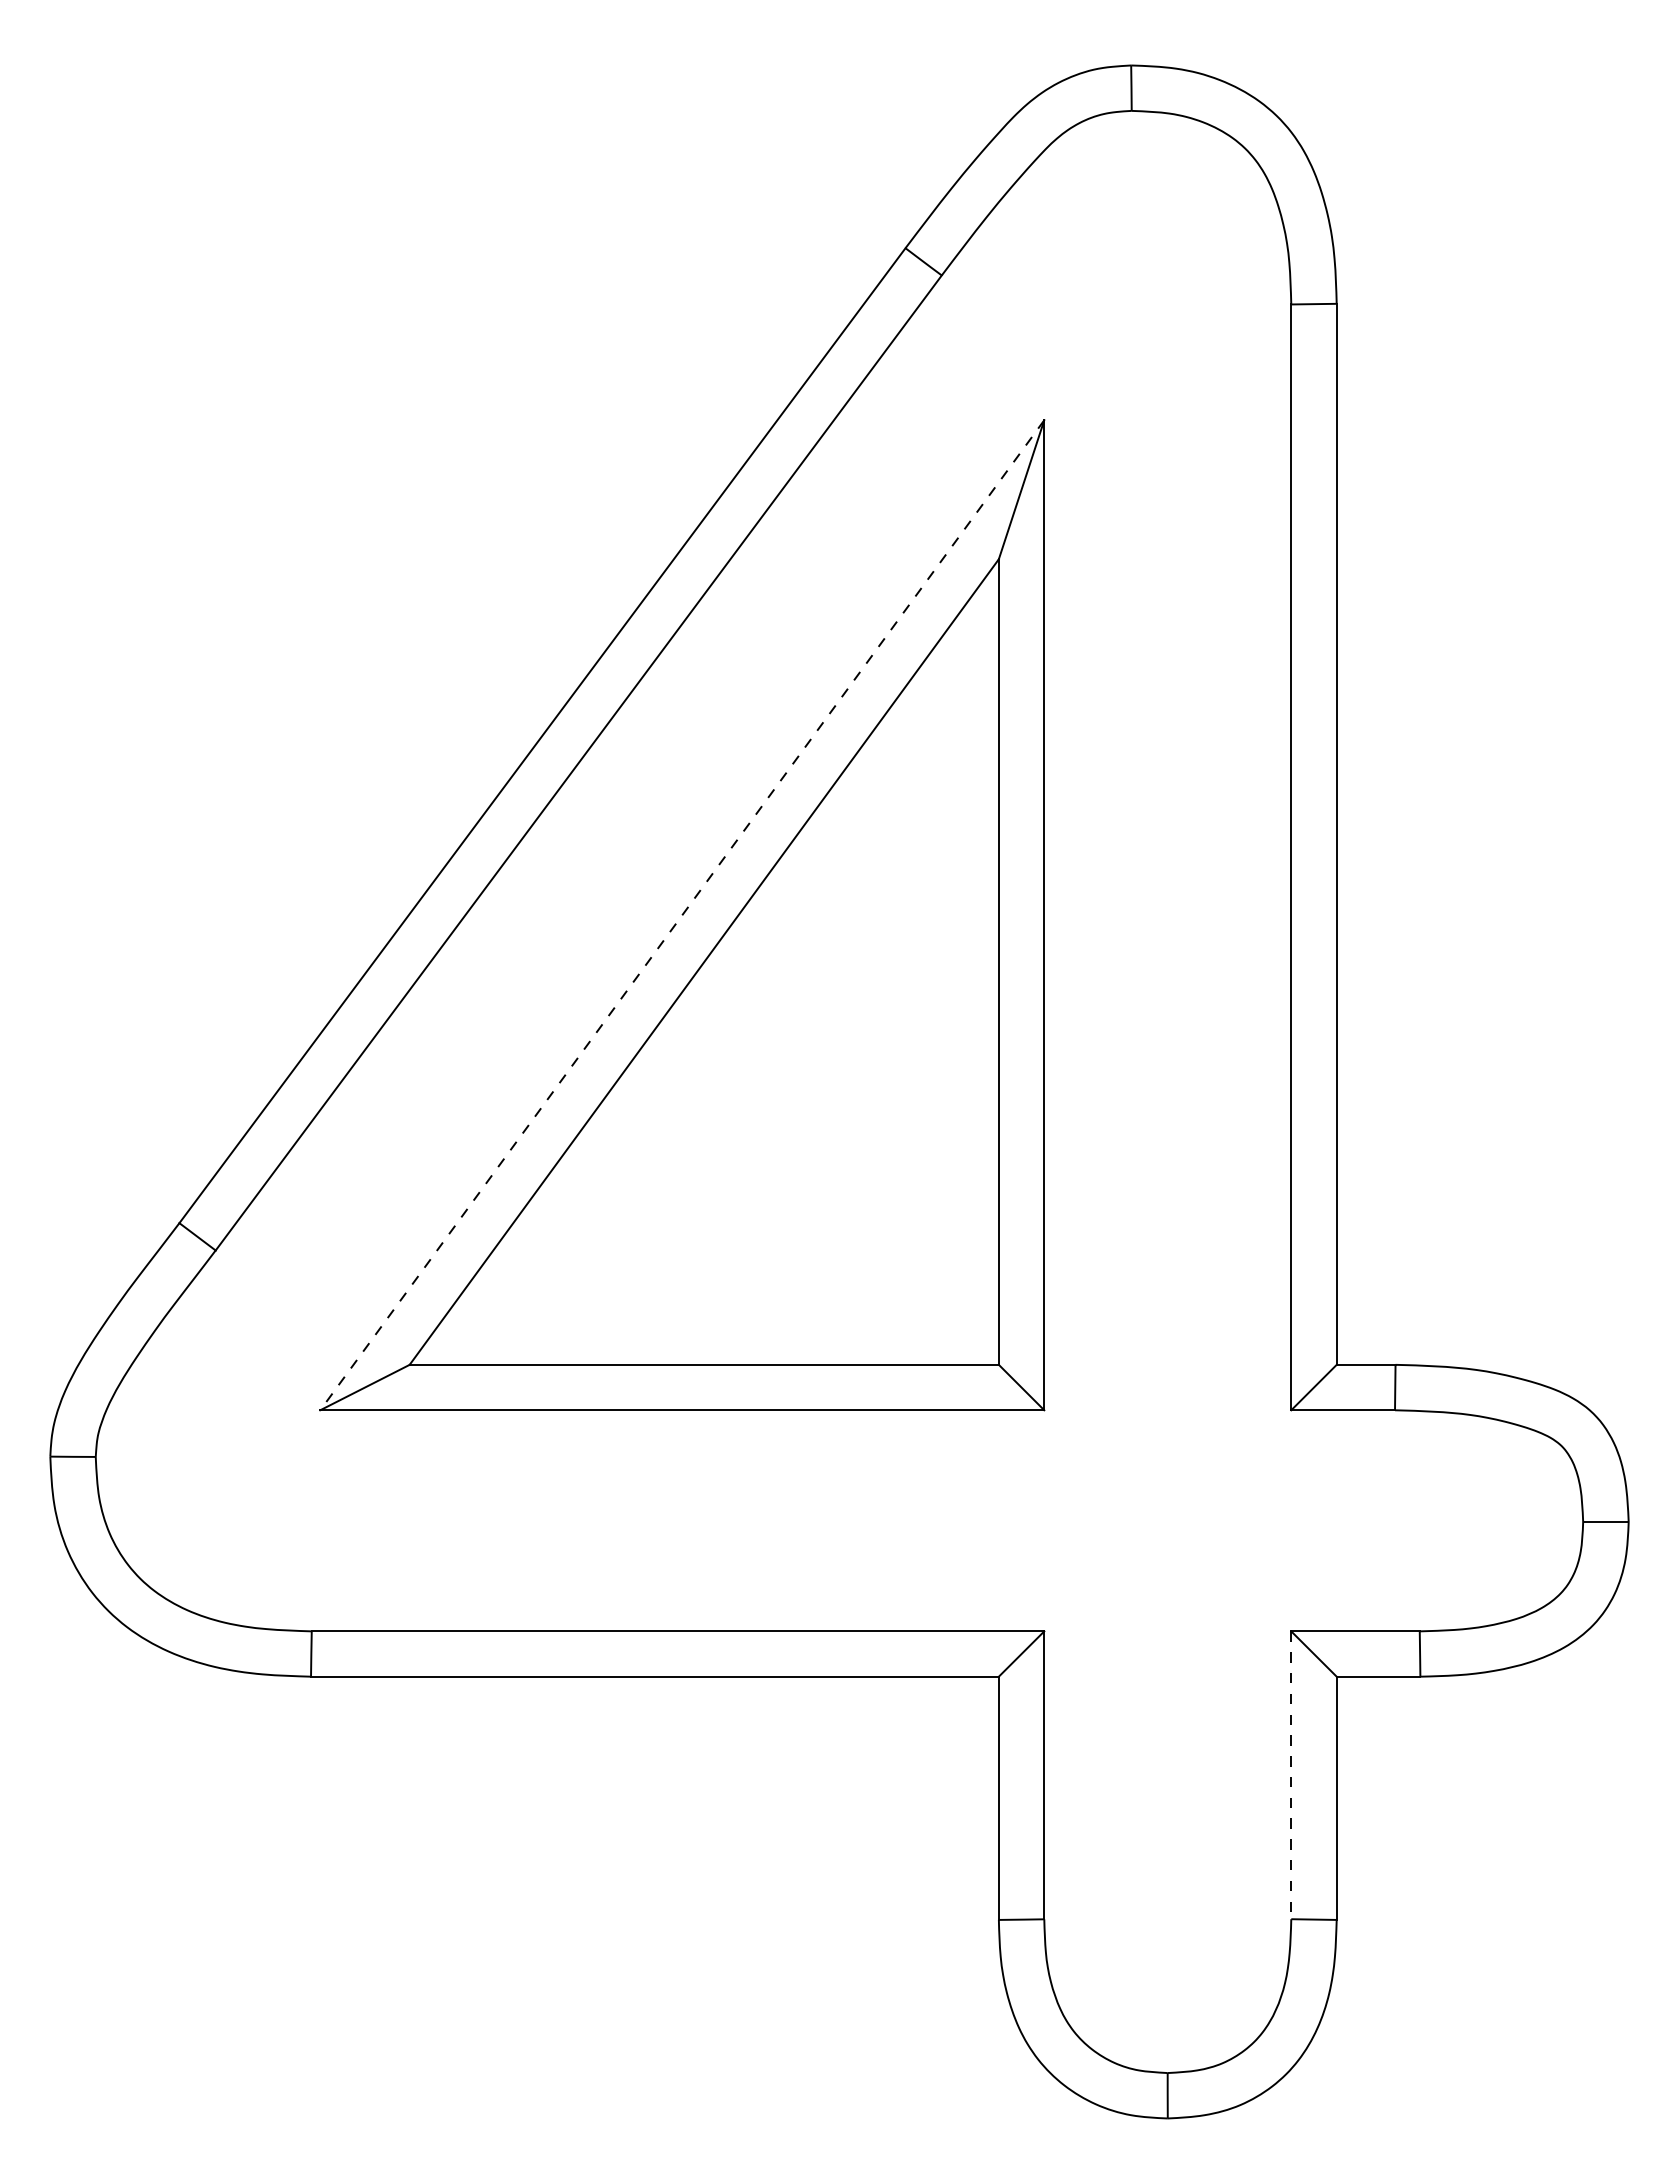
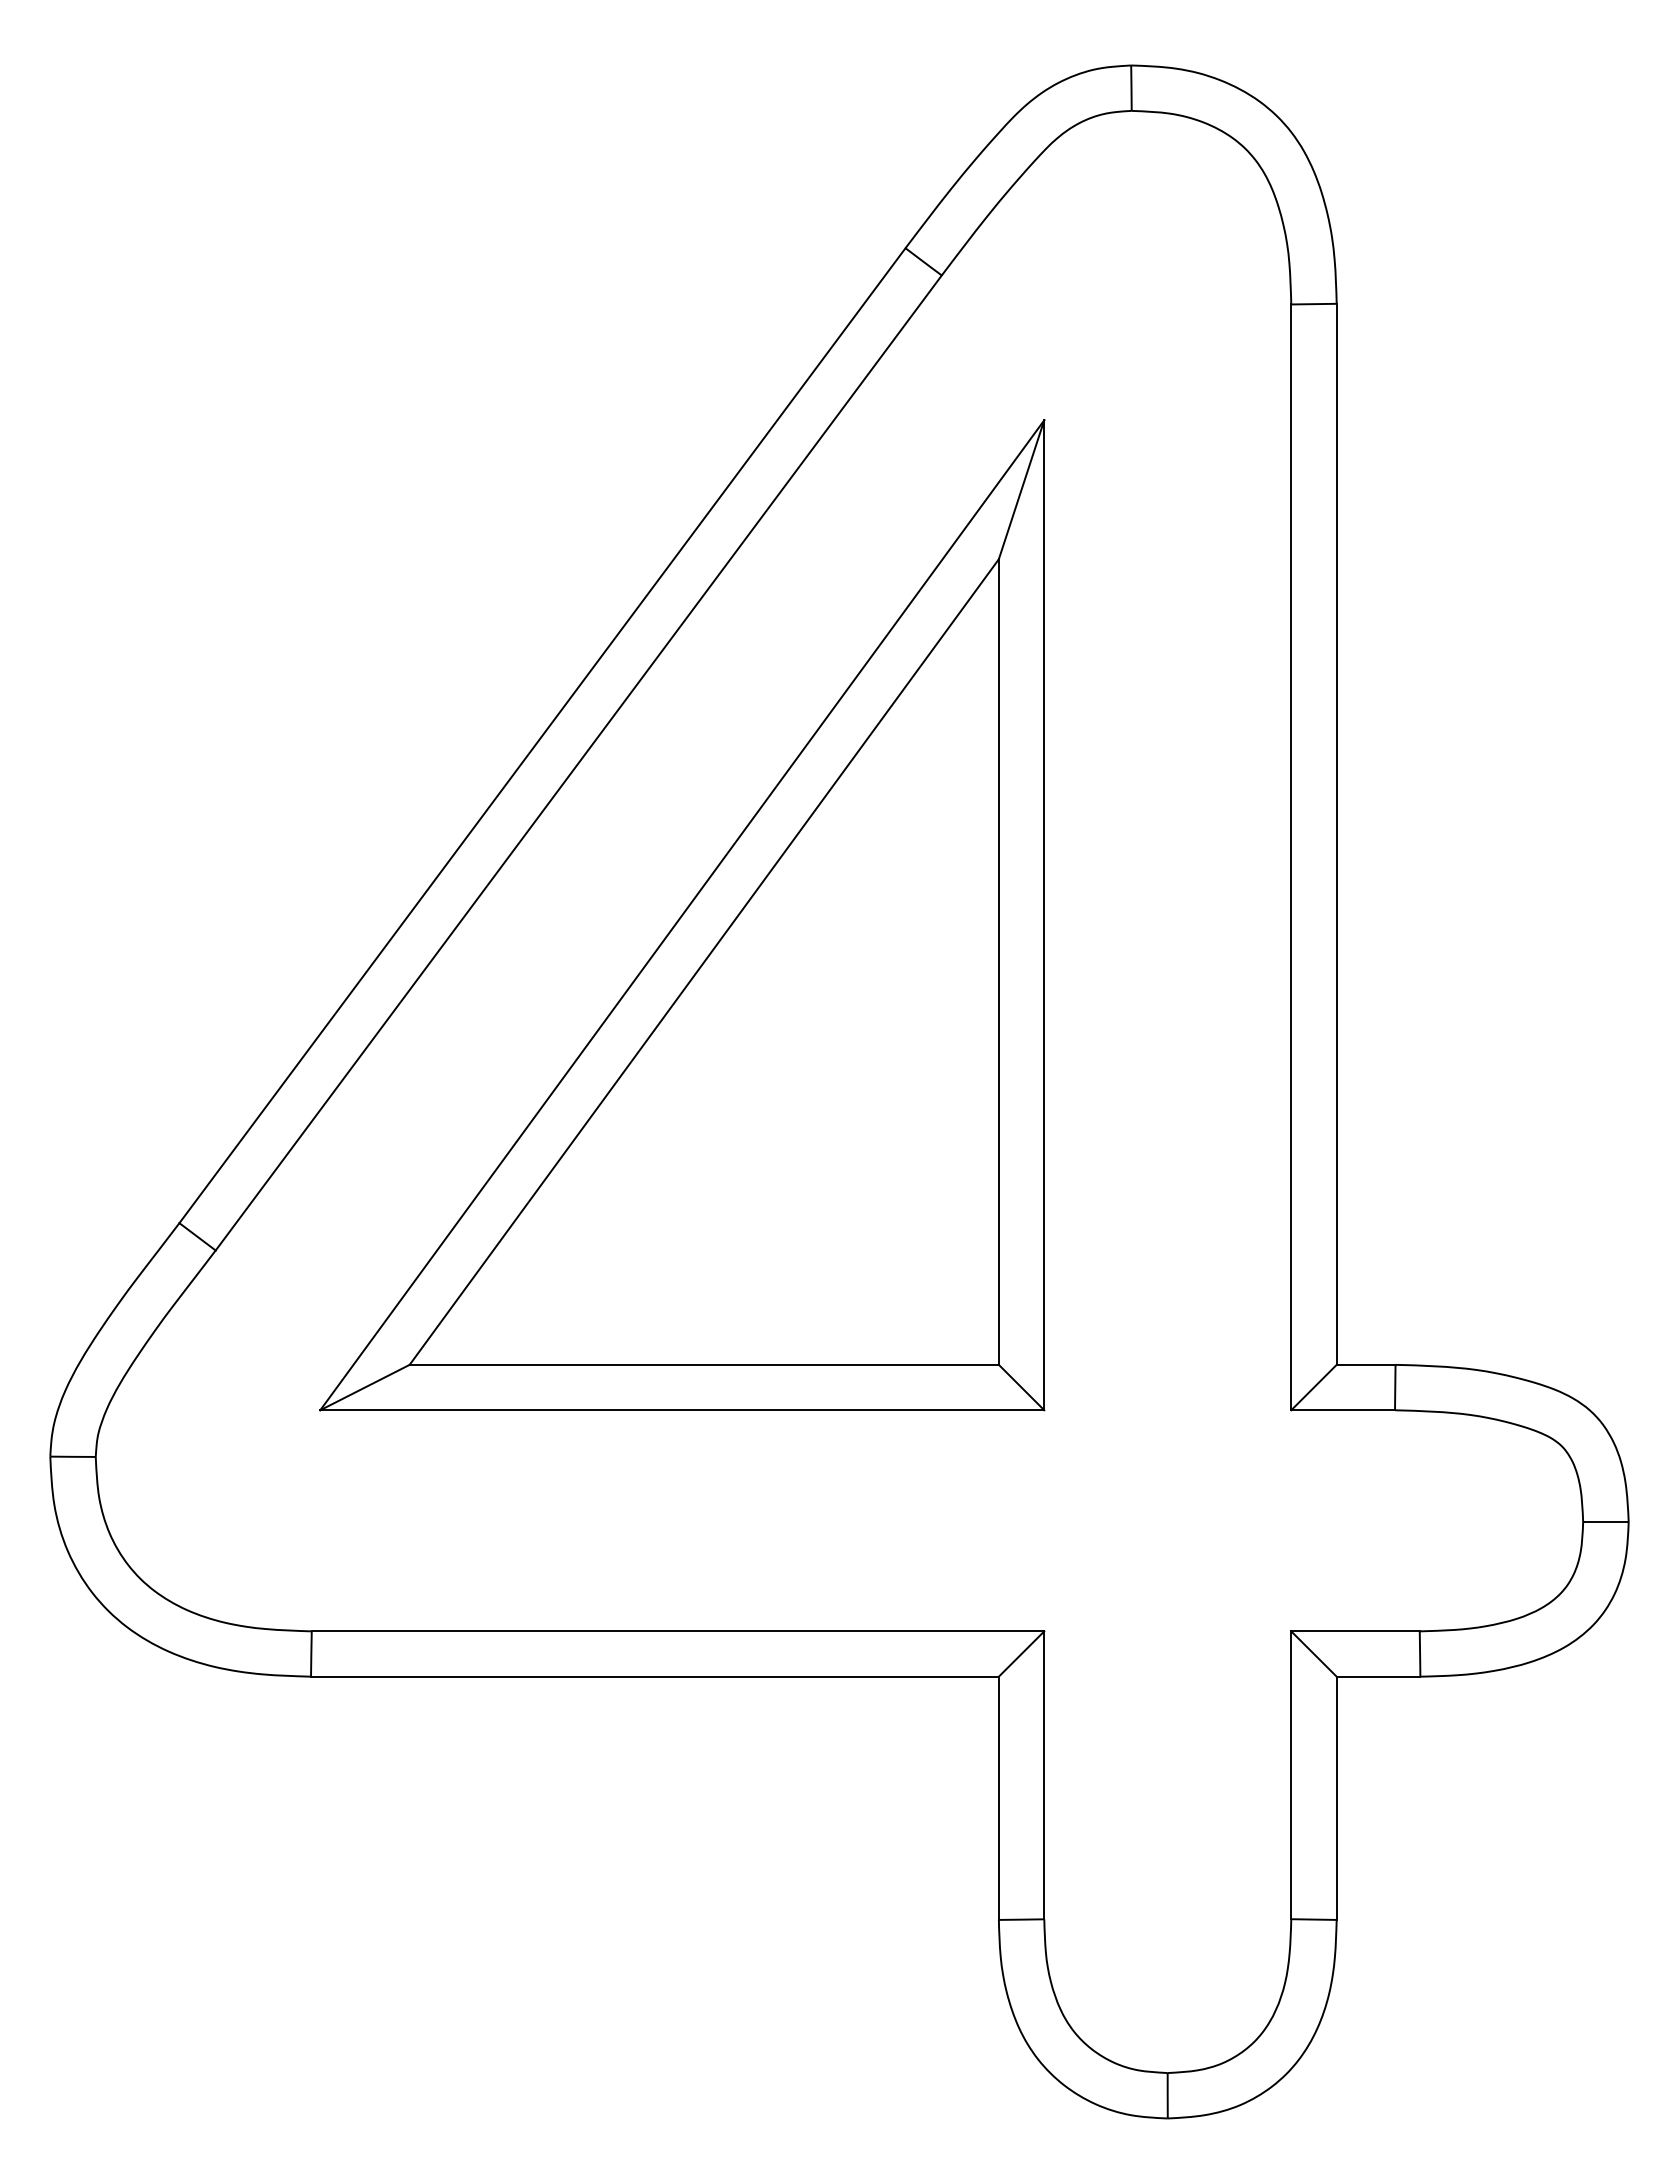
line at (681, 915): dashed -> solid
line at (1291, 1775): dashed -> solid
